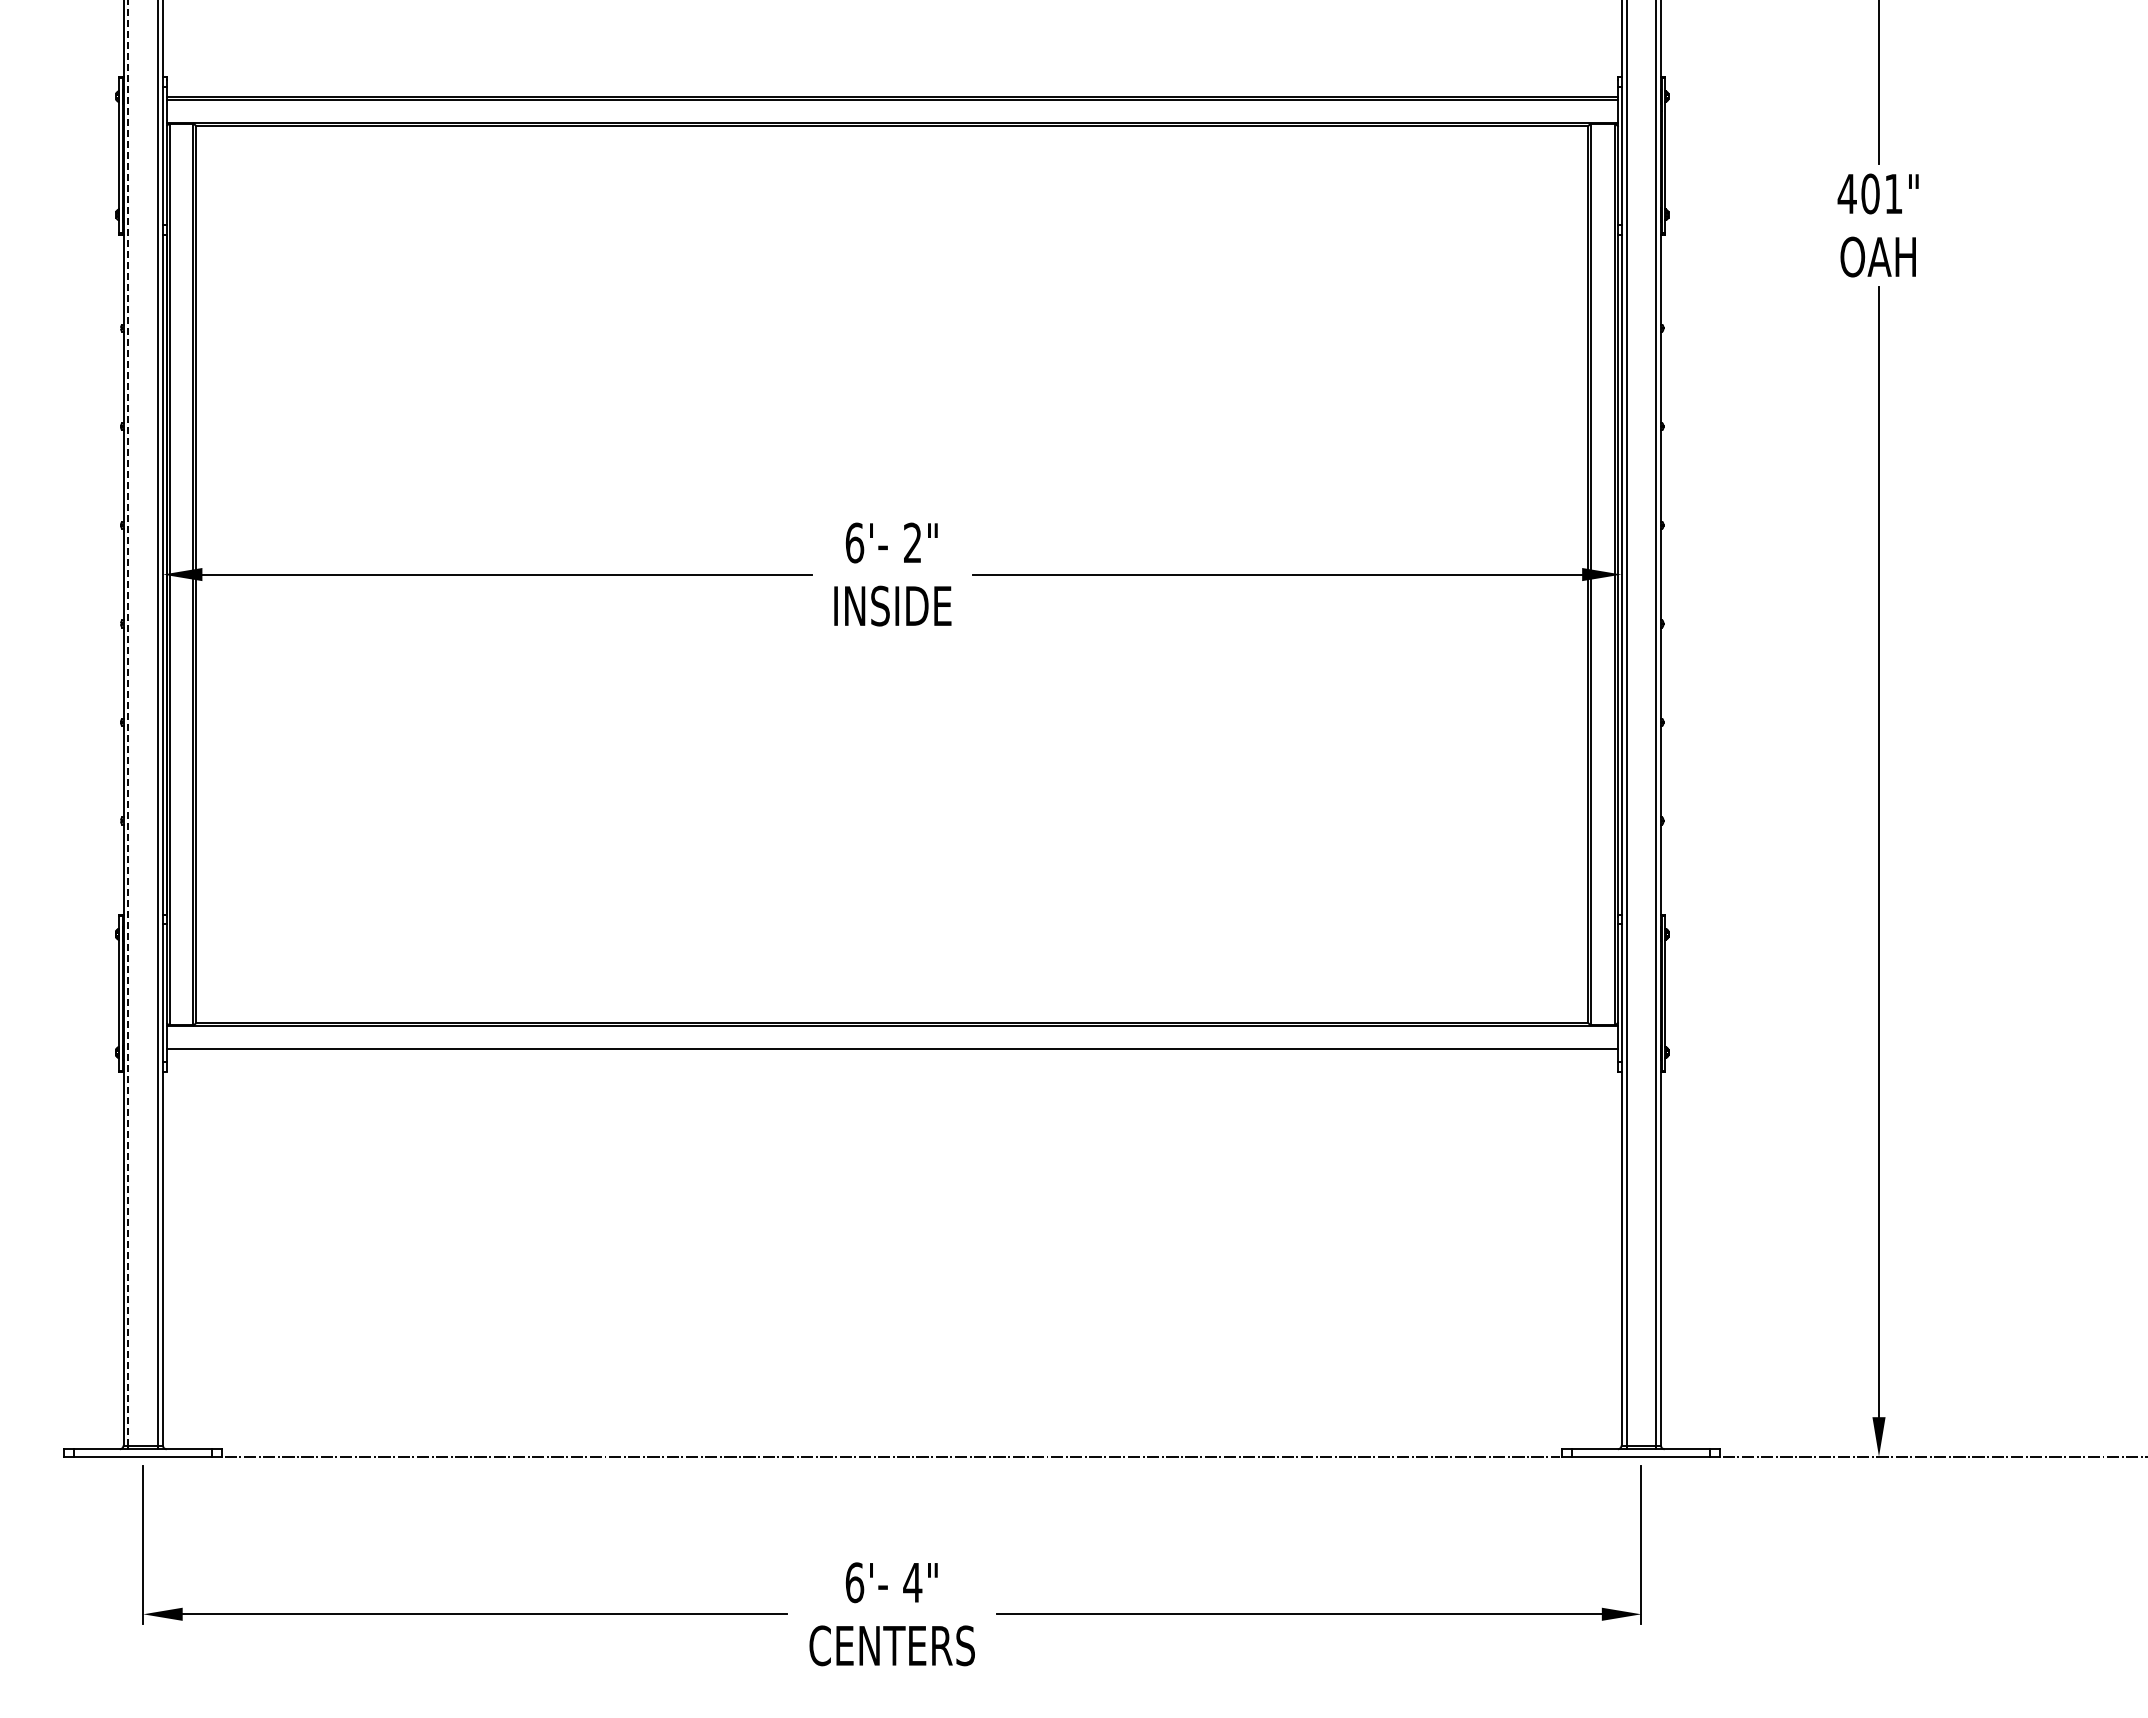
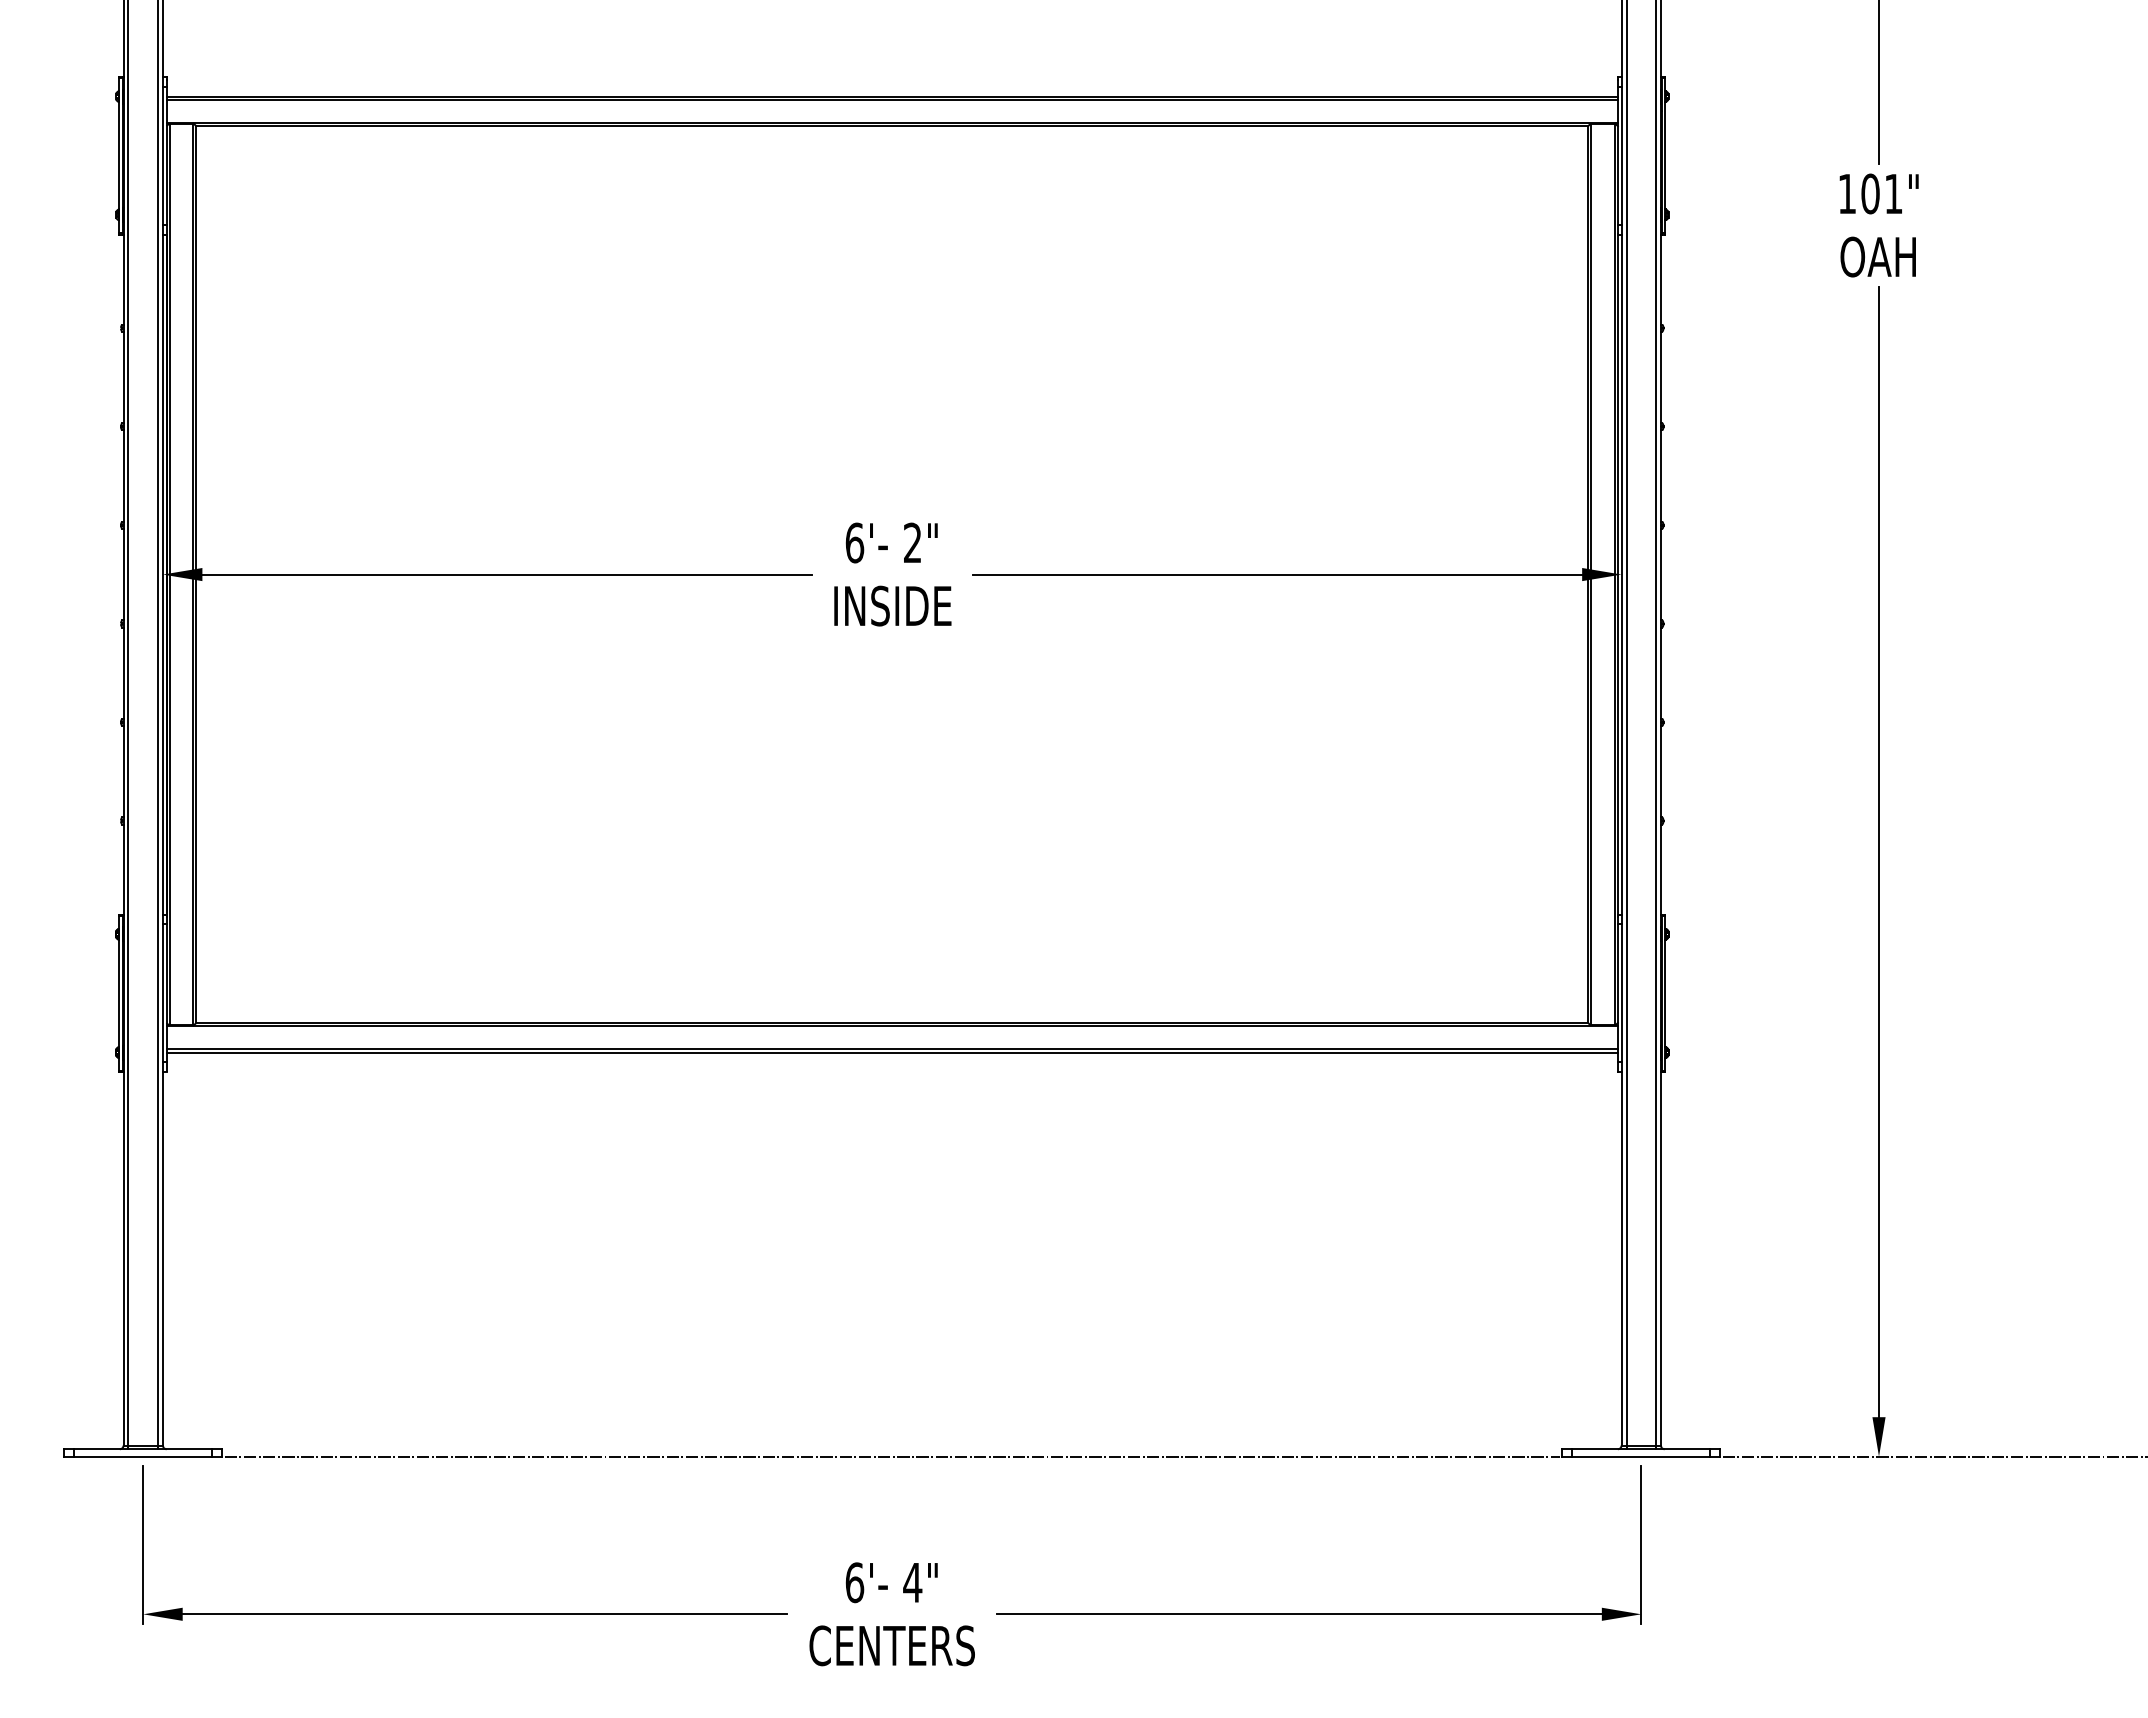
text at (1846, 193): 401" -> 101"
line at (128, 722): dashed -> solid
line at (891, 1052): none -> present
